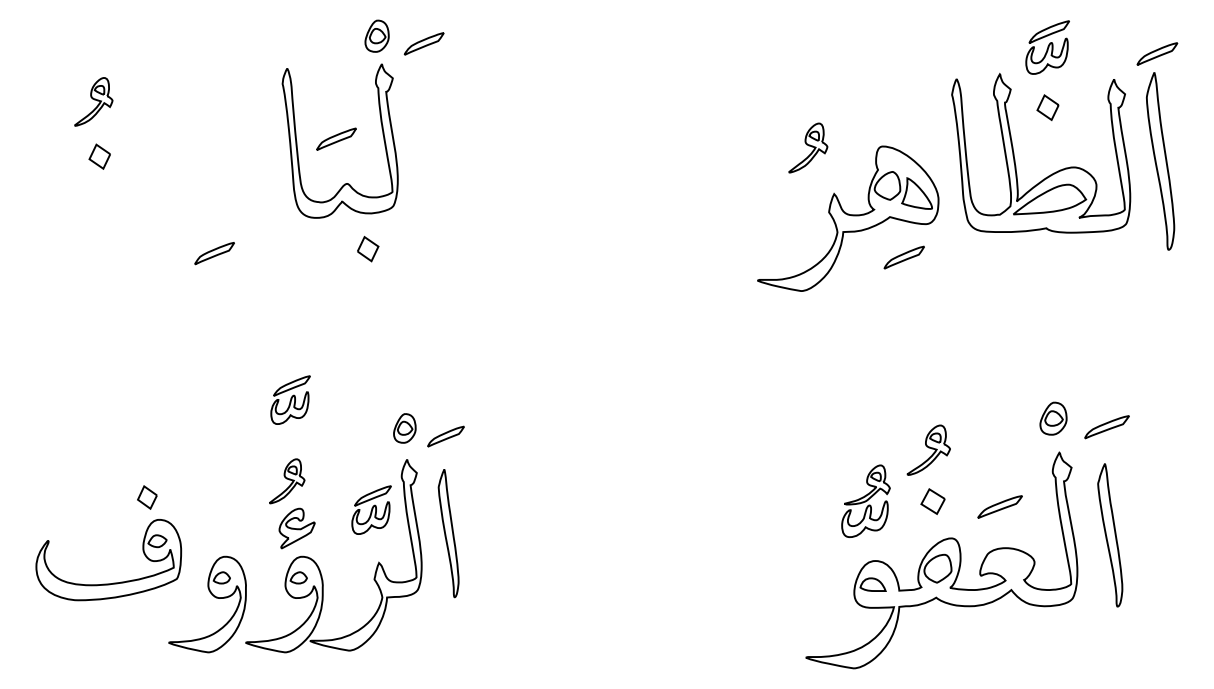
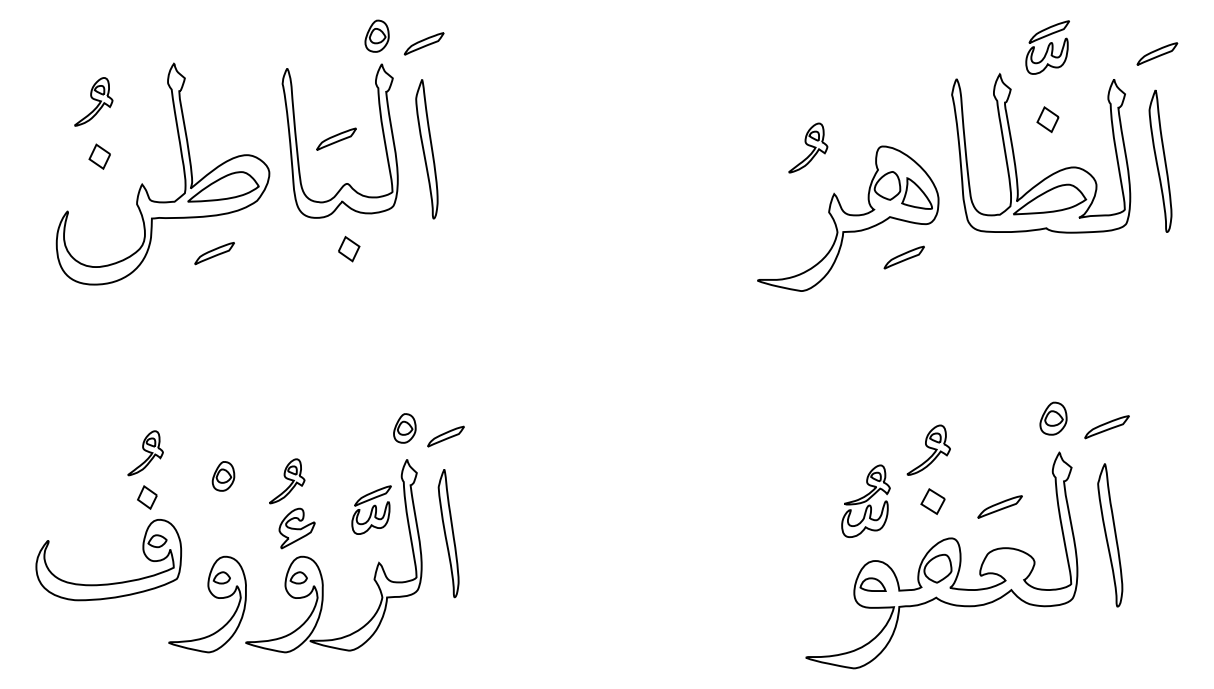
part at (1047, 107) position: (1047, 107) -> (1047, 119)
part at (426, 149): none -> present
part at (1160, 161) size: 30x179 px -> 25x144 px
part at (183, 173): none -> present
part at (368, 249) position: (368, 249) -> (349, 249)
part at (290, 399): present -> none
part at (145, 453): none -> present
part at (223, 476): none -> present
